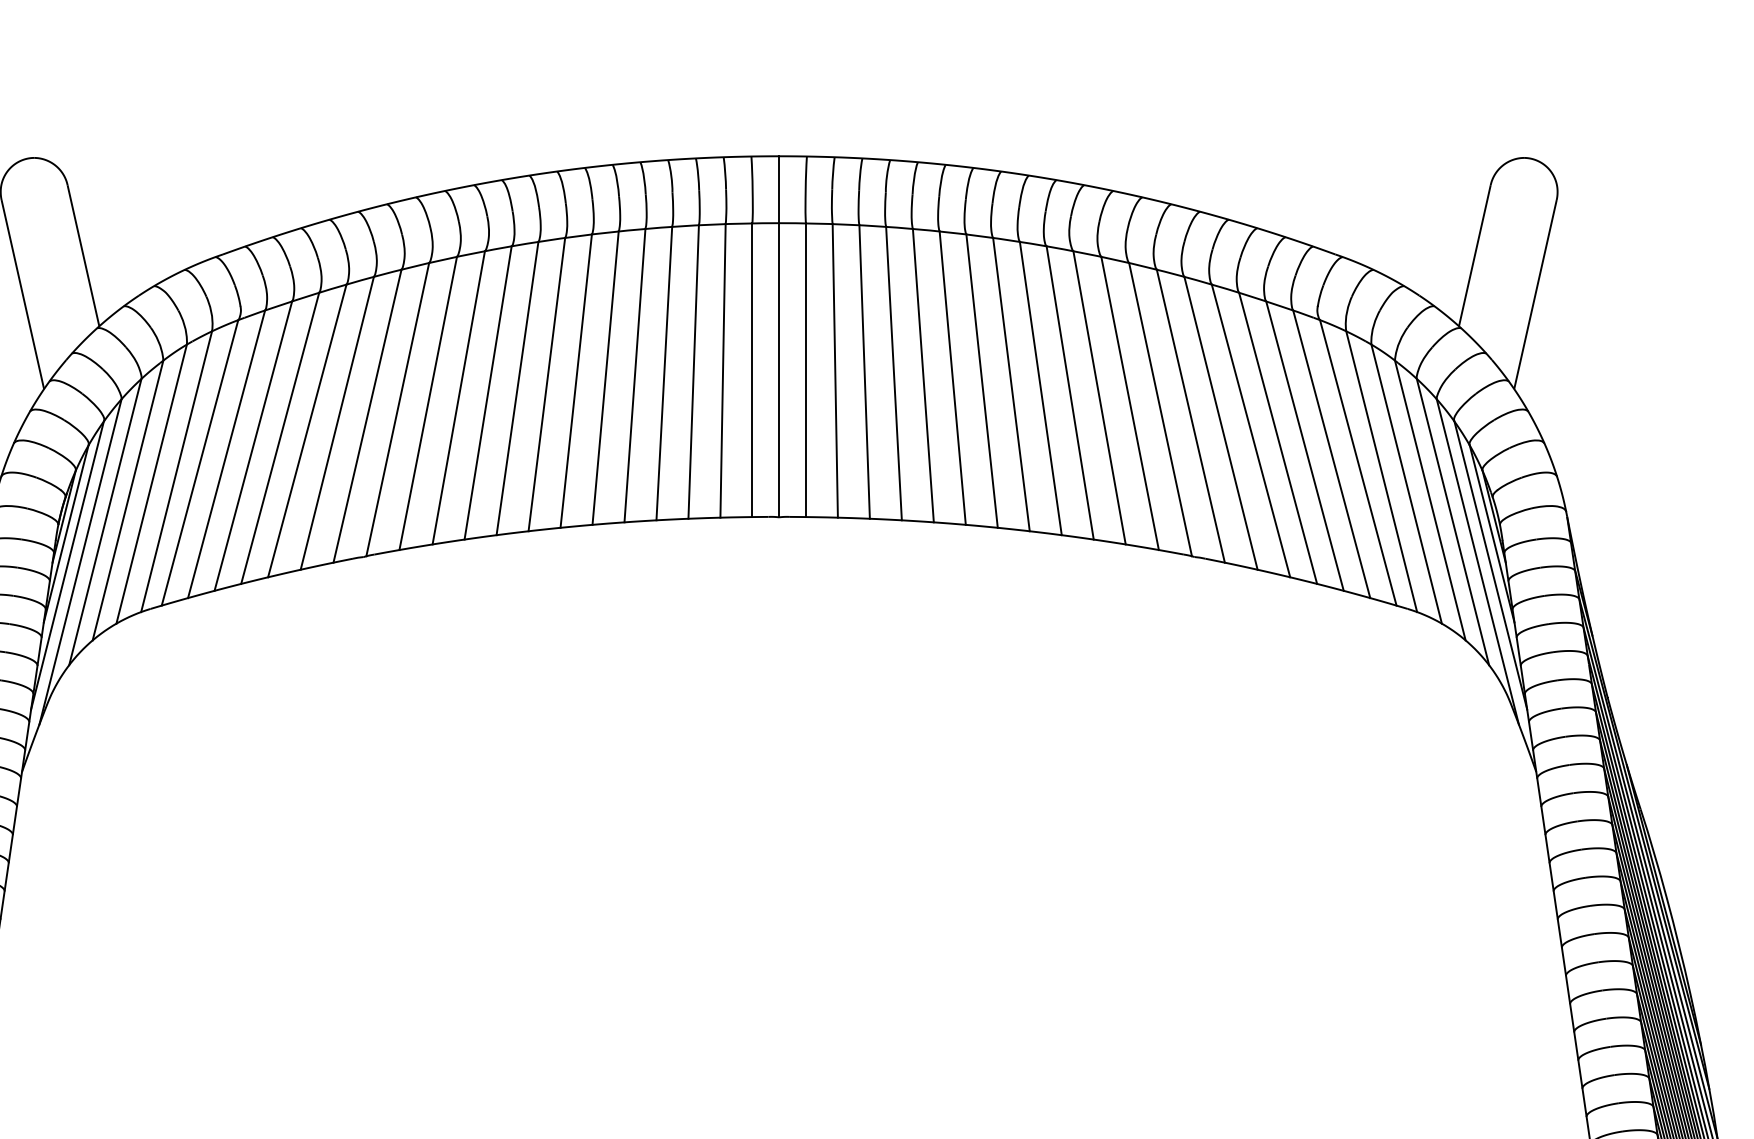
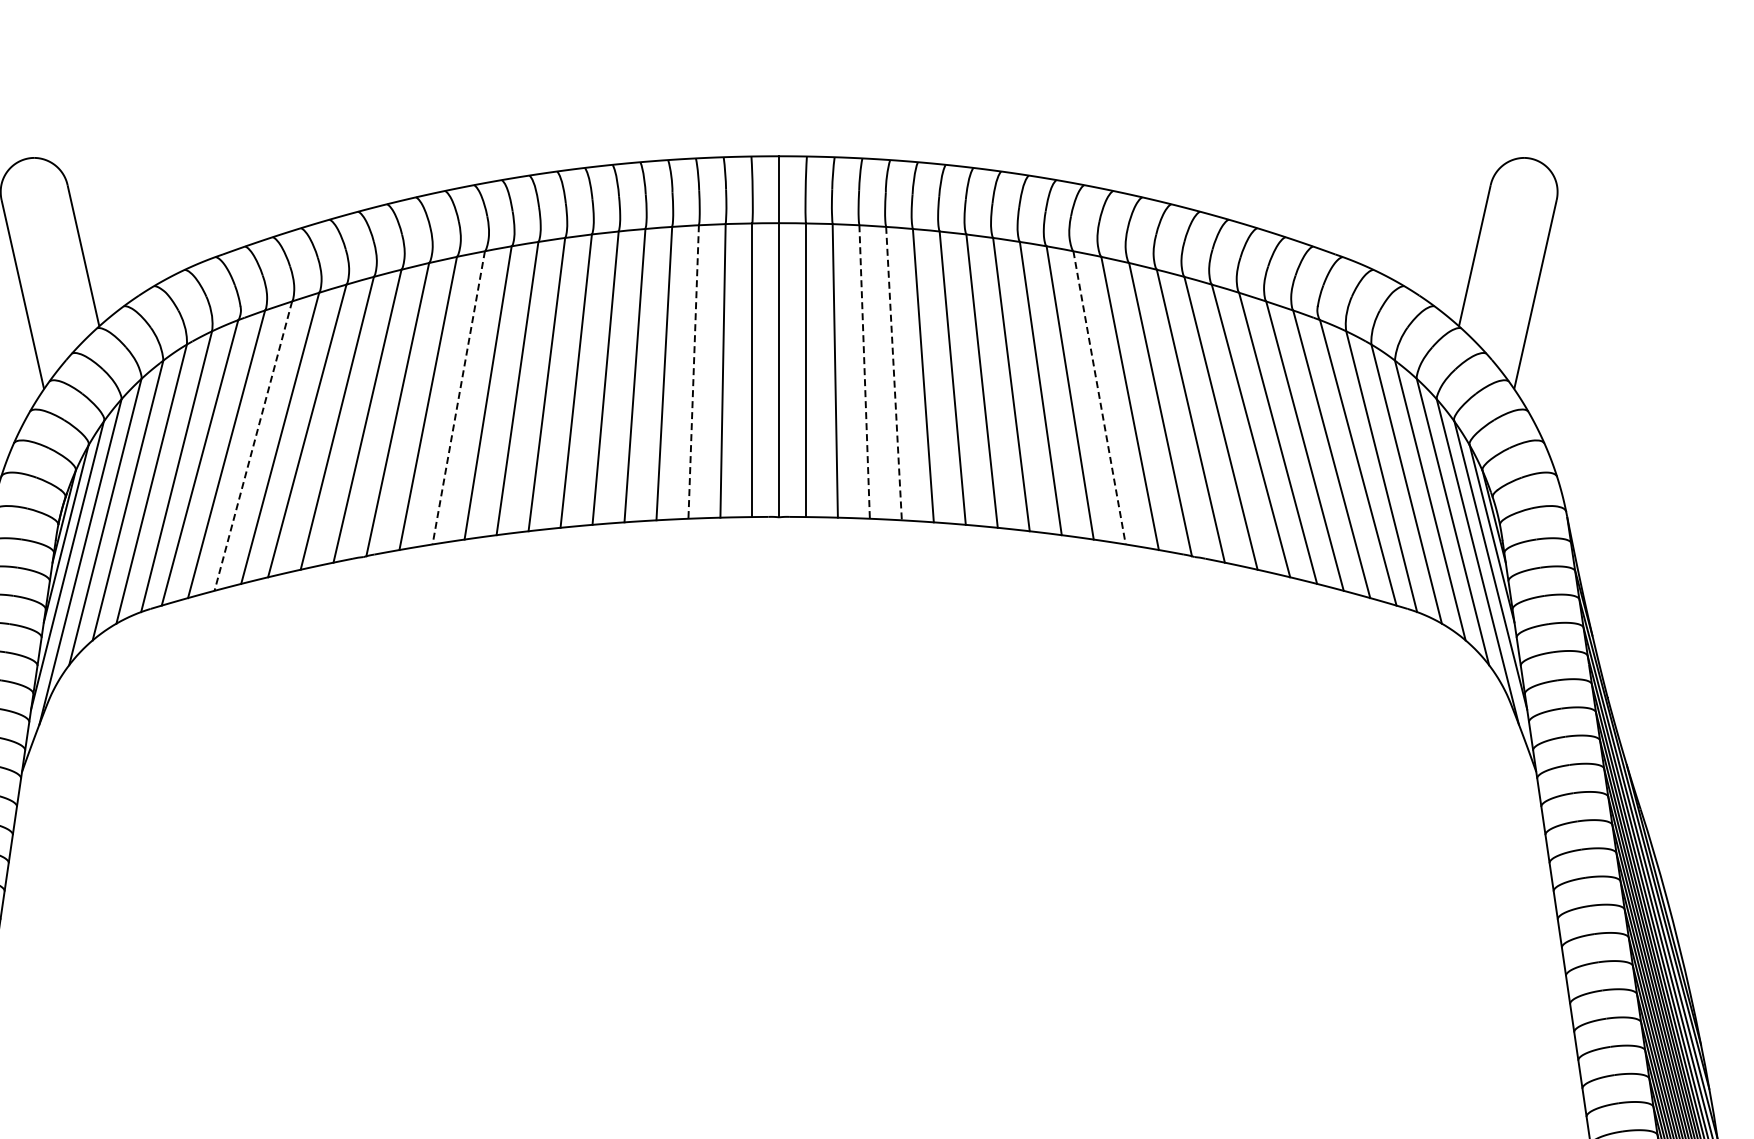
line at (693, 372): solid -> dashed
line at (864, 372): solid -> dashed
line at (894, 373): solid -> dashed
line at (458, 397): solid -> dashed
line at (1099, 397): solid -> dashed
line at (253, 446): solid -> dashed
